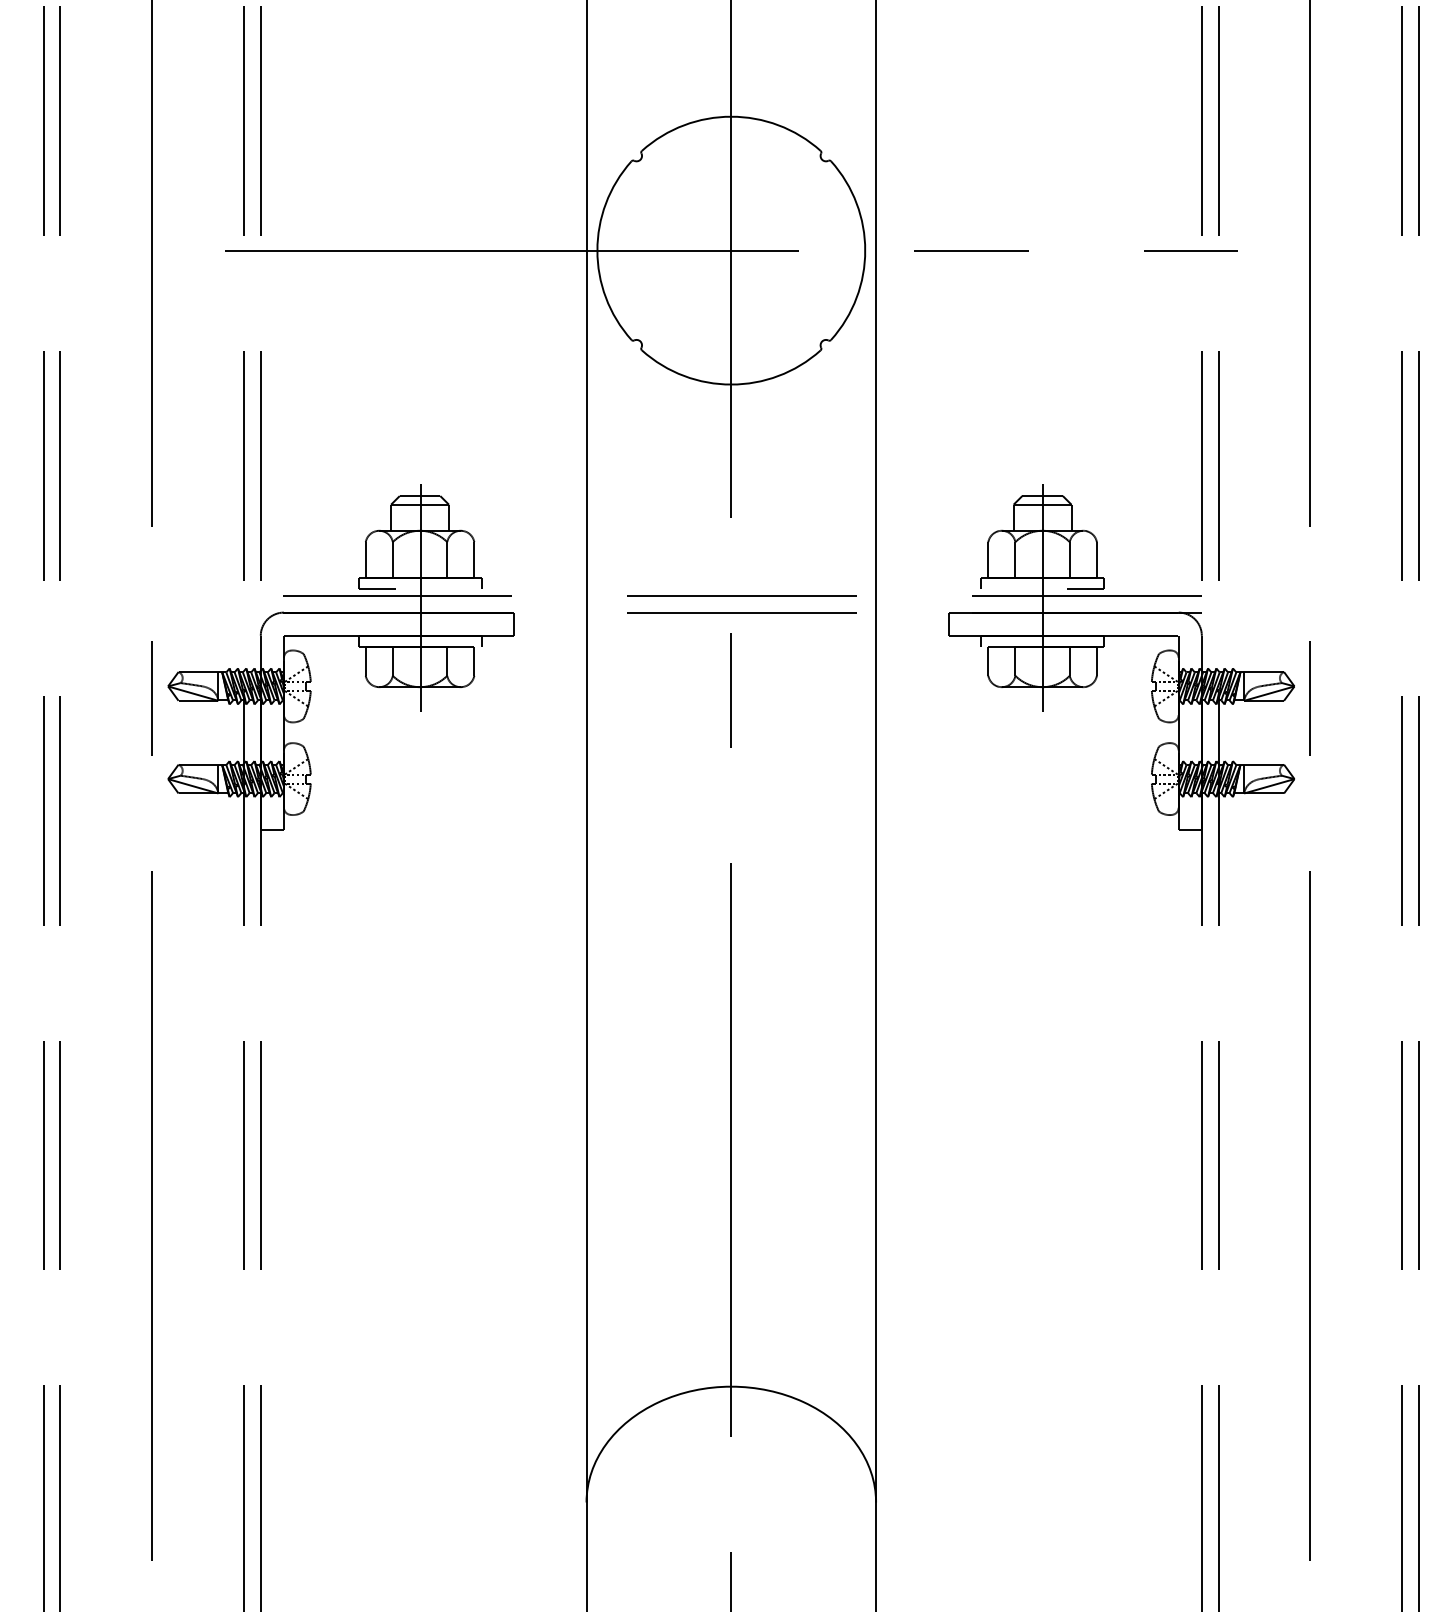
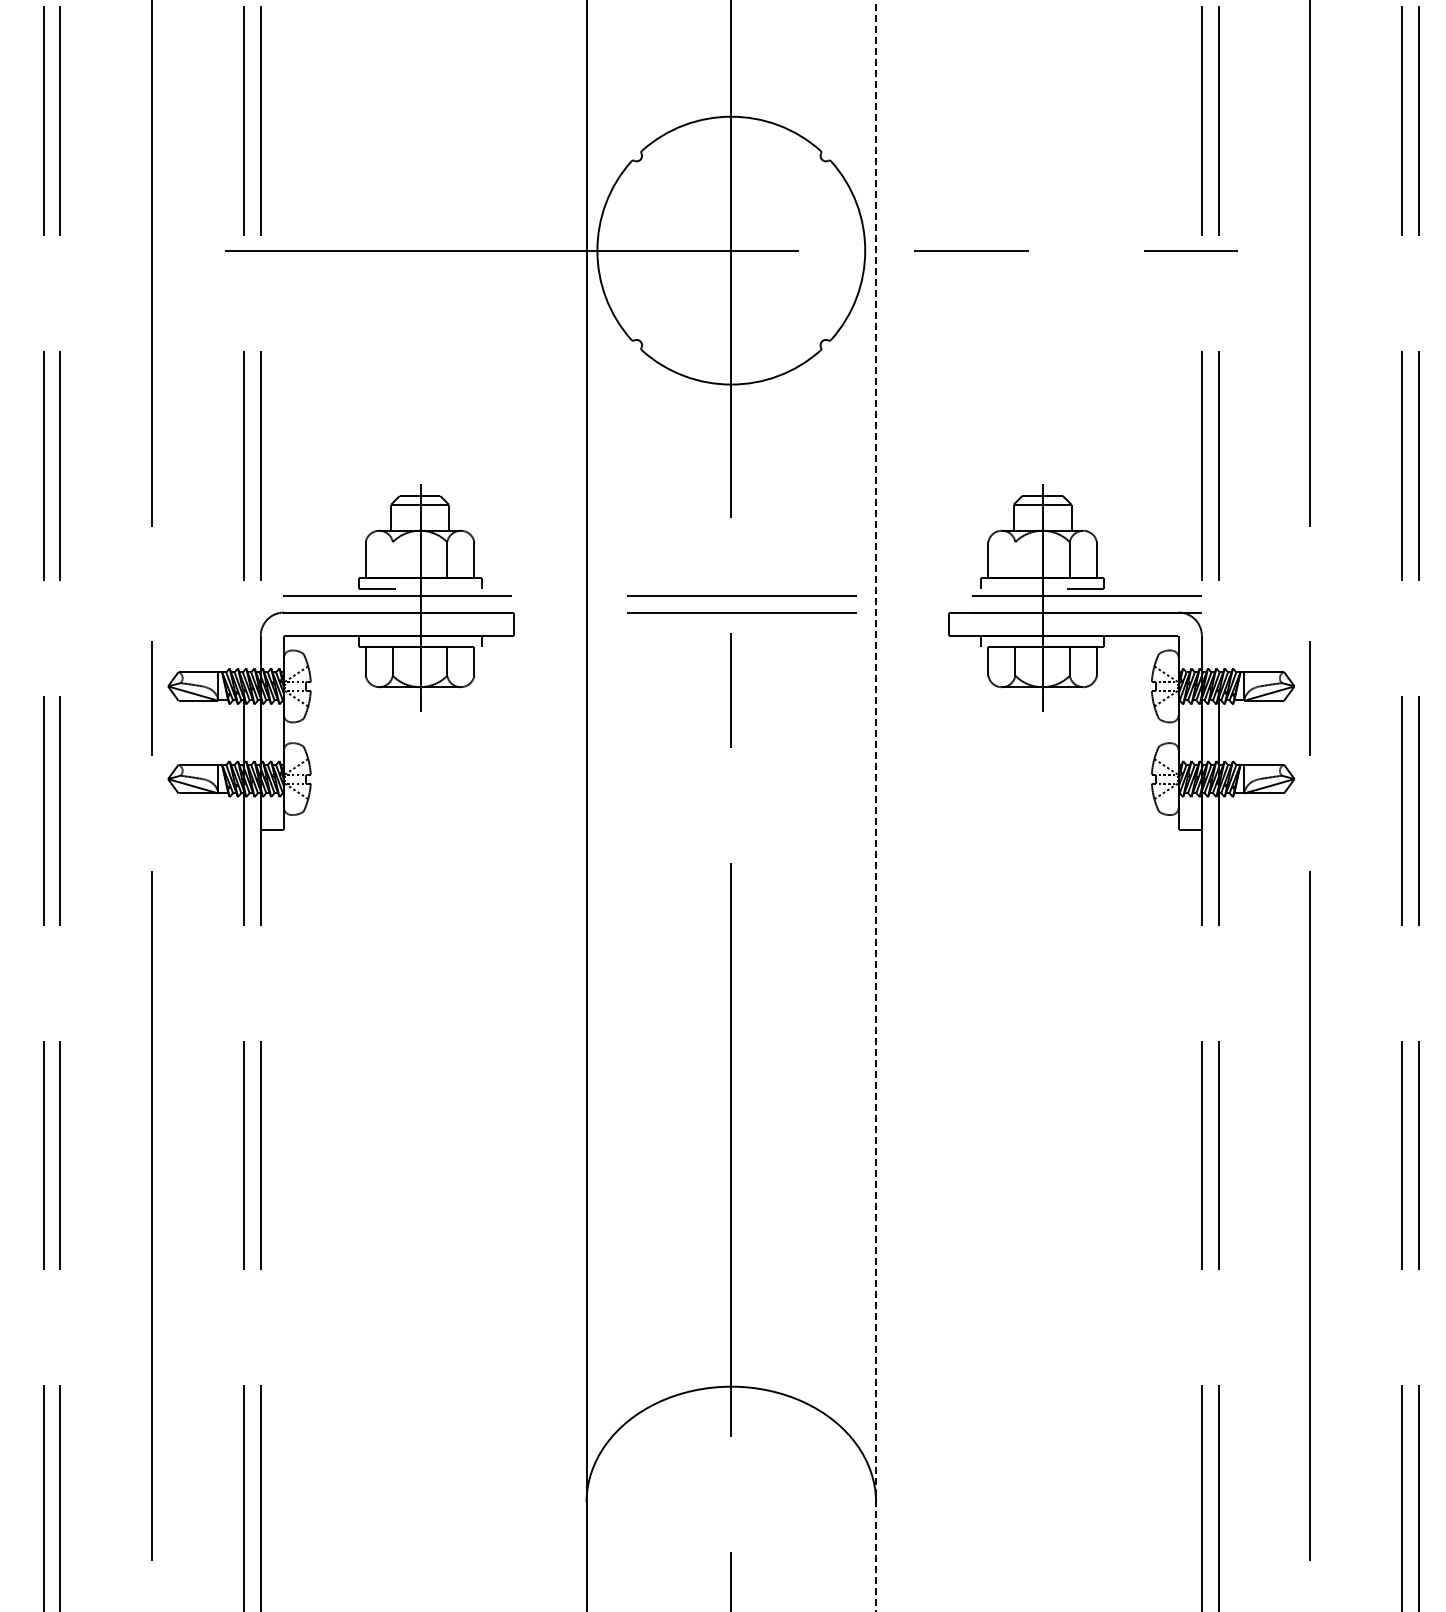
line at (392, 559): present -> none
line at (1015, 559): present -> none
line at (876, 805): solid -> dashed
